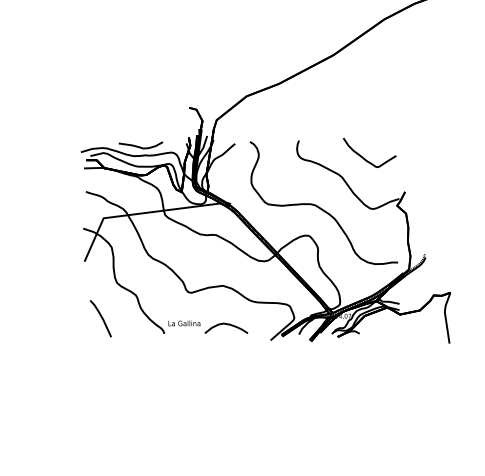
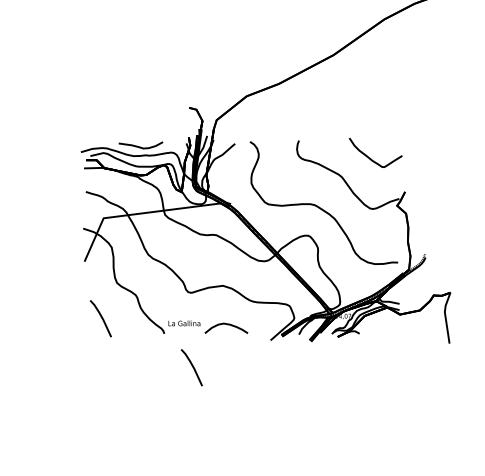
curve at (364, 157) position: (364, 157) -> (370, 157)
line at (191, 366): none -> present
